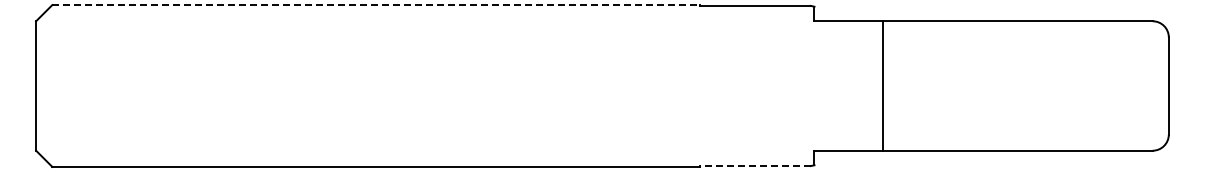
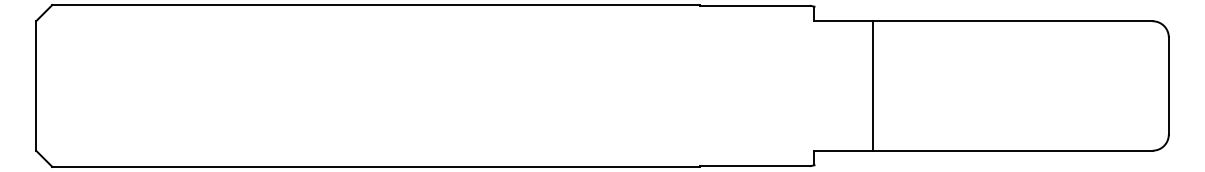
line at (375, 5): dashed -> solid
line at (882, 85) position: (882, 85) -> (872, 85)
line at (755, 166): dashed -> solid
